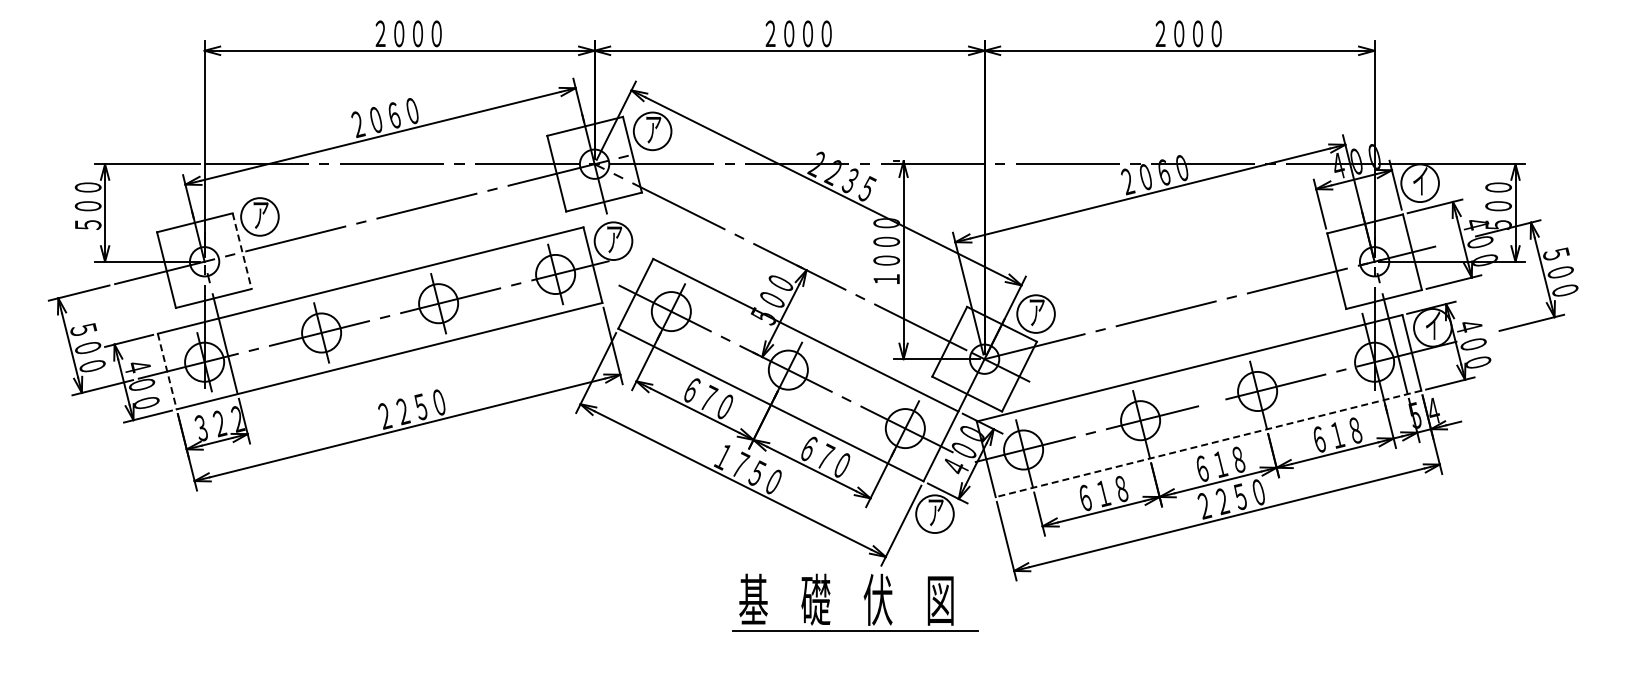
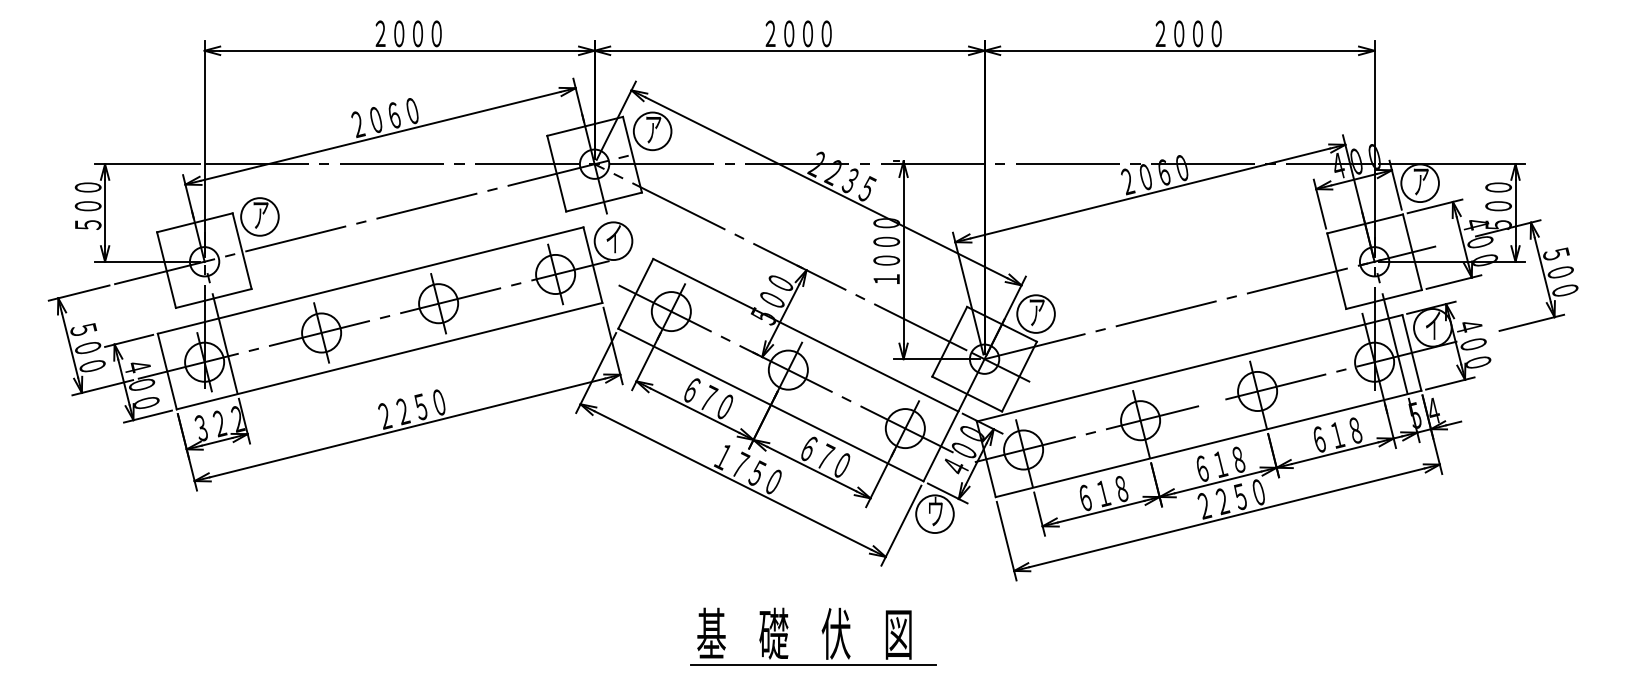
text at (1420, 181): イ -> ア
text at (614, 238): ア -> イ
line at (242, 251): dashed -> solid
line at (167, 371): dashed -> solid
line at (1208, 444): dashed -> solid
text at (935, 511): ア -> ウ
part at (864, 600) position: (864, 600) -> (822, 634)
